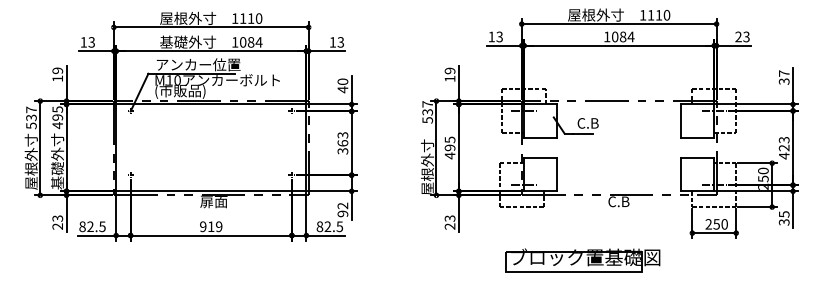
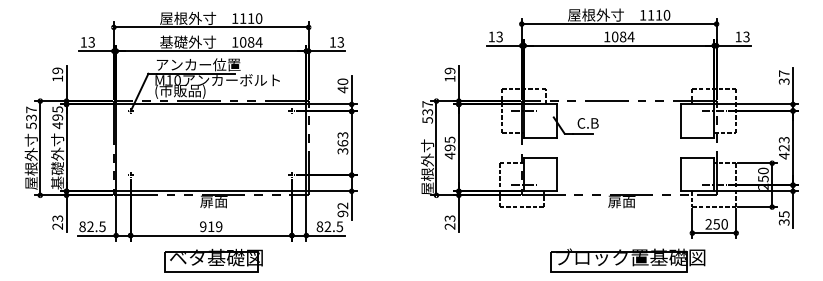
text at (738, 36): 23 -> 13
text at (621, 201): C.B -> 扉面
part at (213, 260): none -> present
part at (582, 260) position: (582, 260) -> (627, 260)
